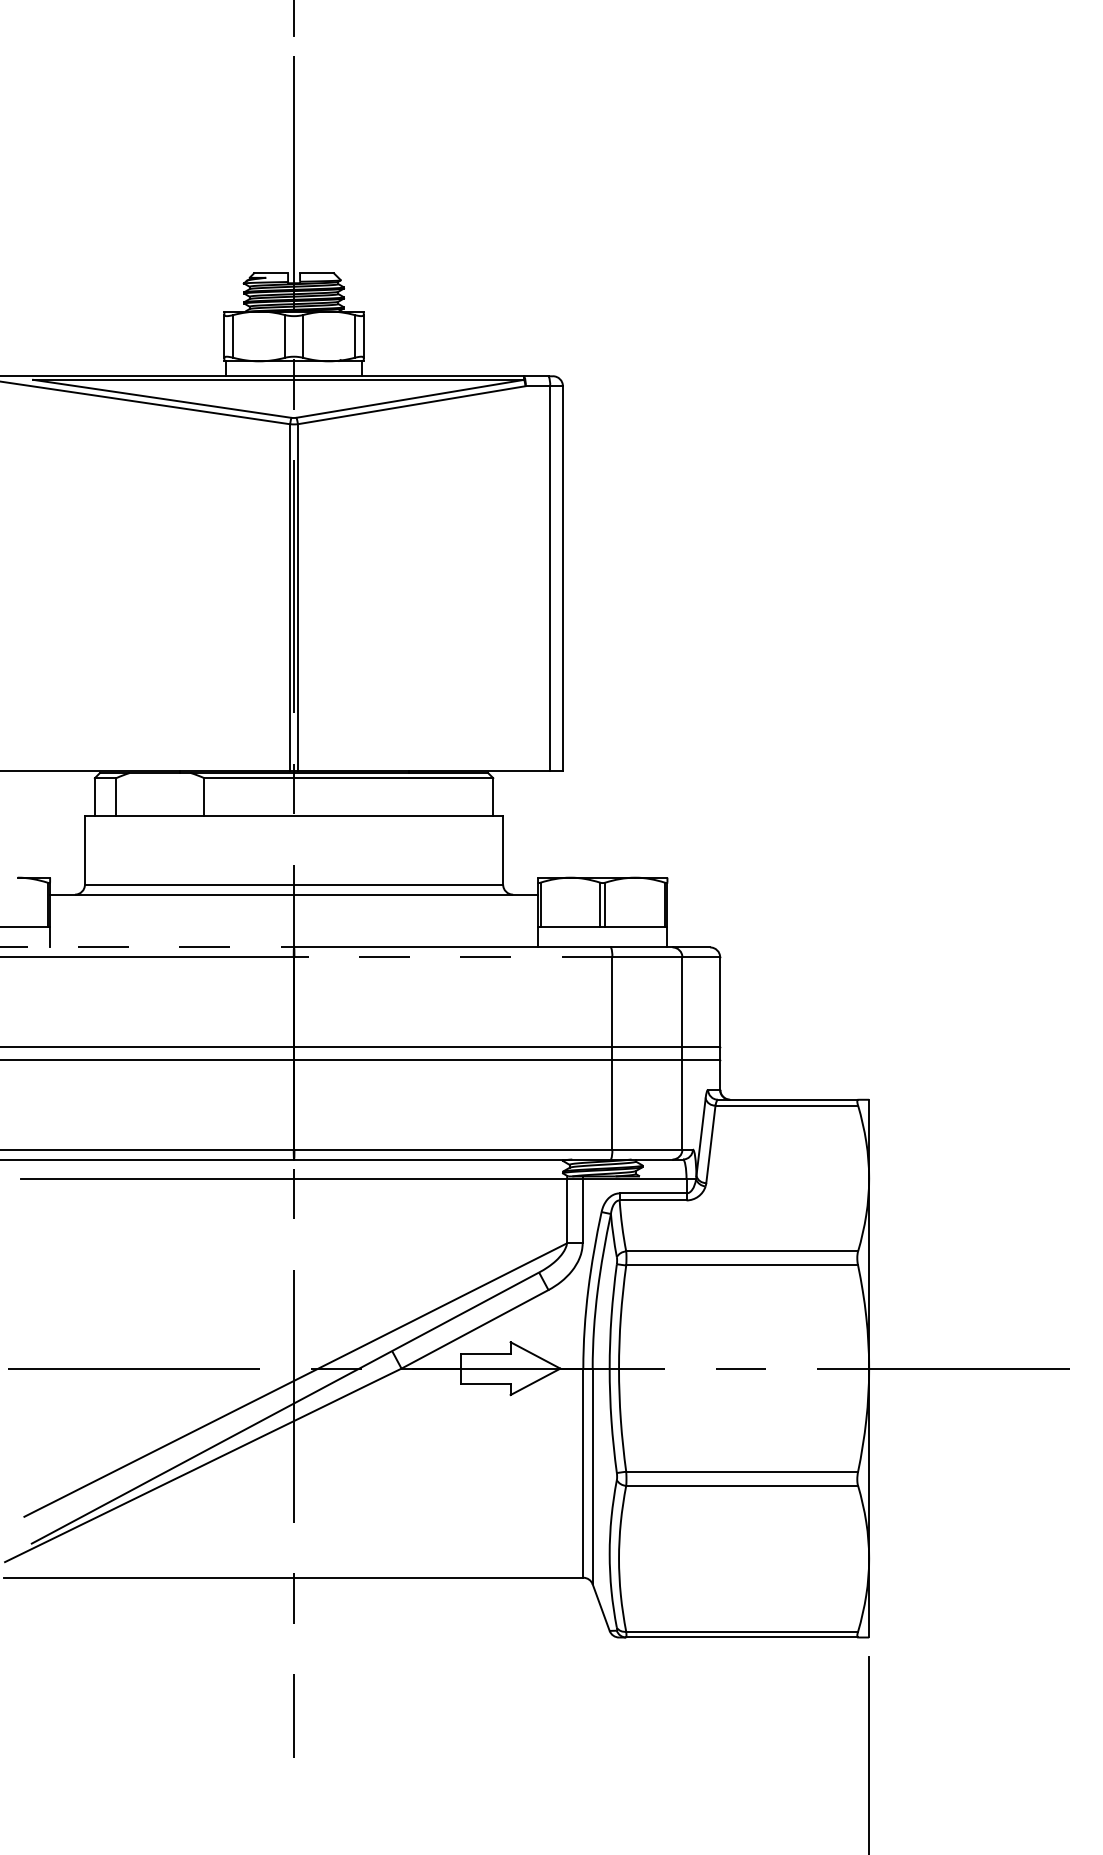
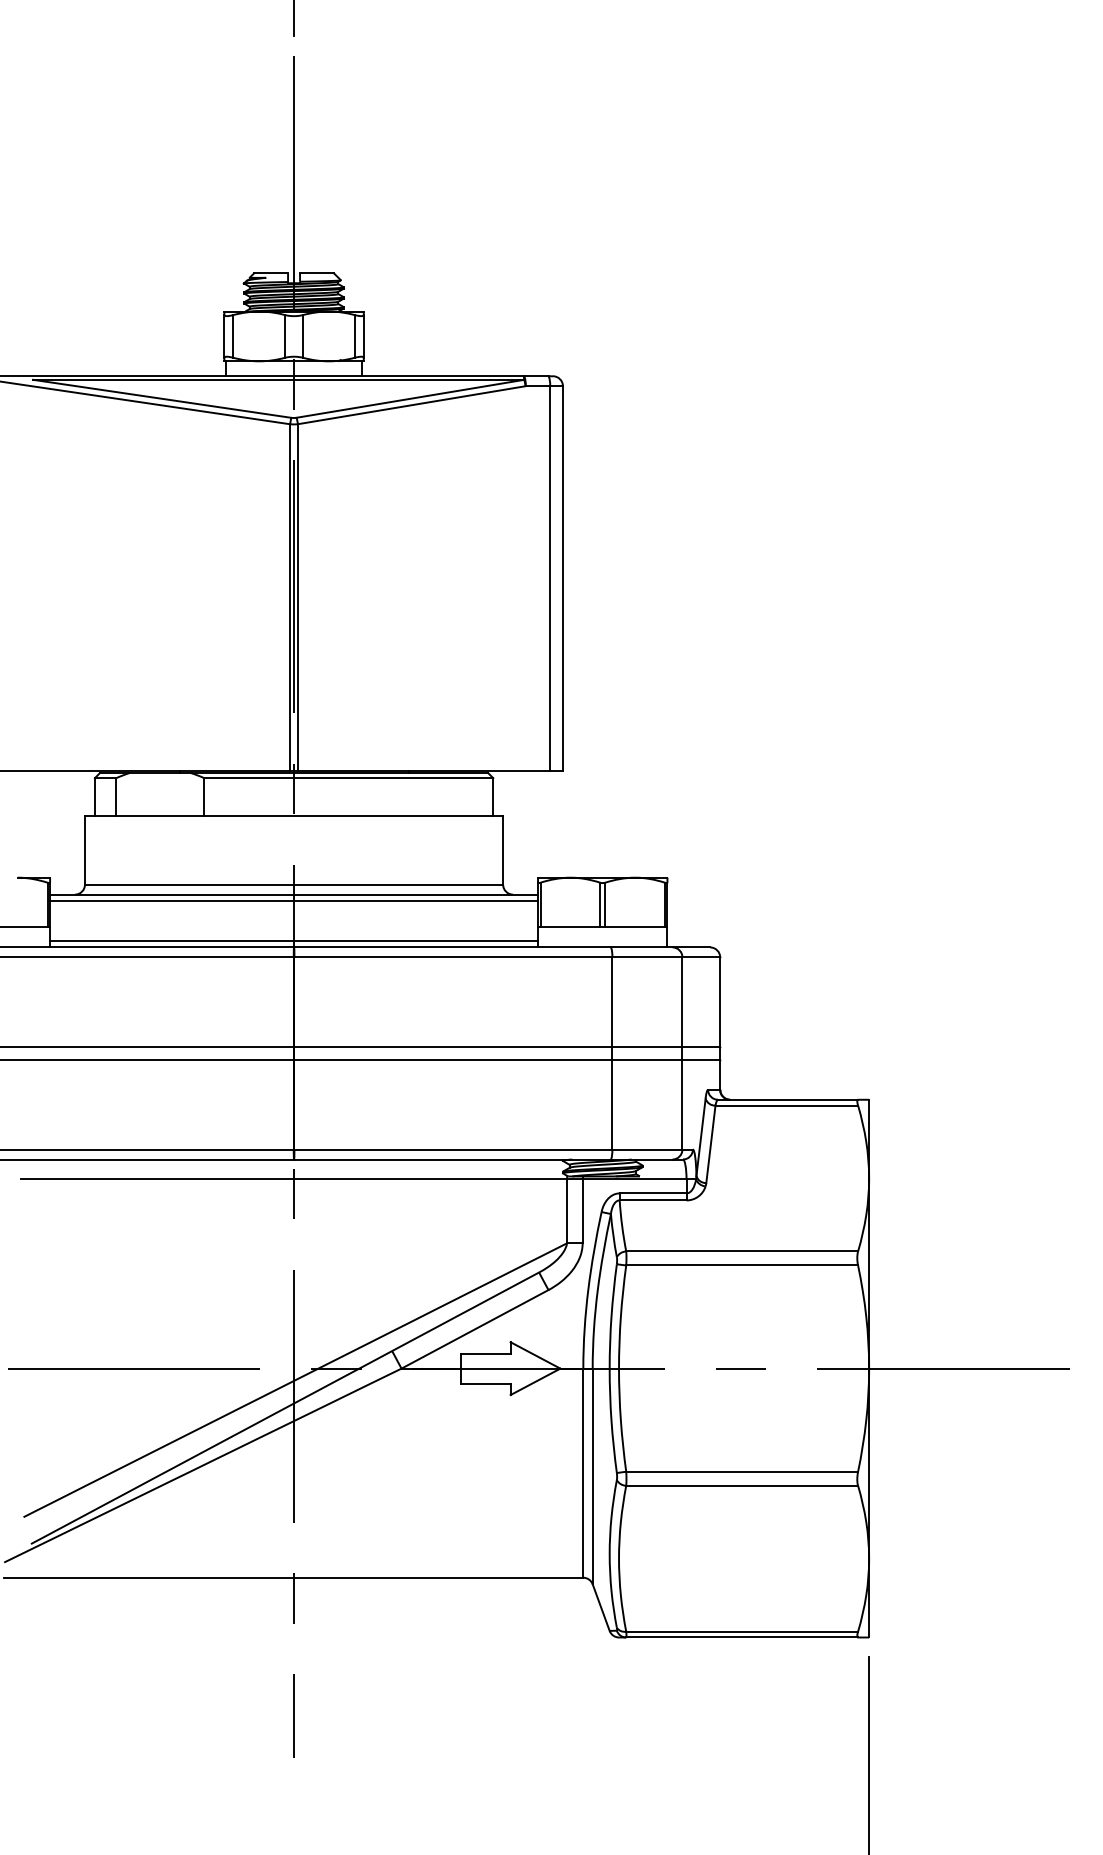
line at (294, 901): none -> present
line at (294, 940): none -> present
line at (147, 947): dashed -> solid
line at (453, 957): dashed -> solid
